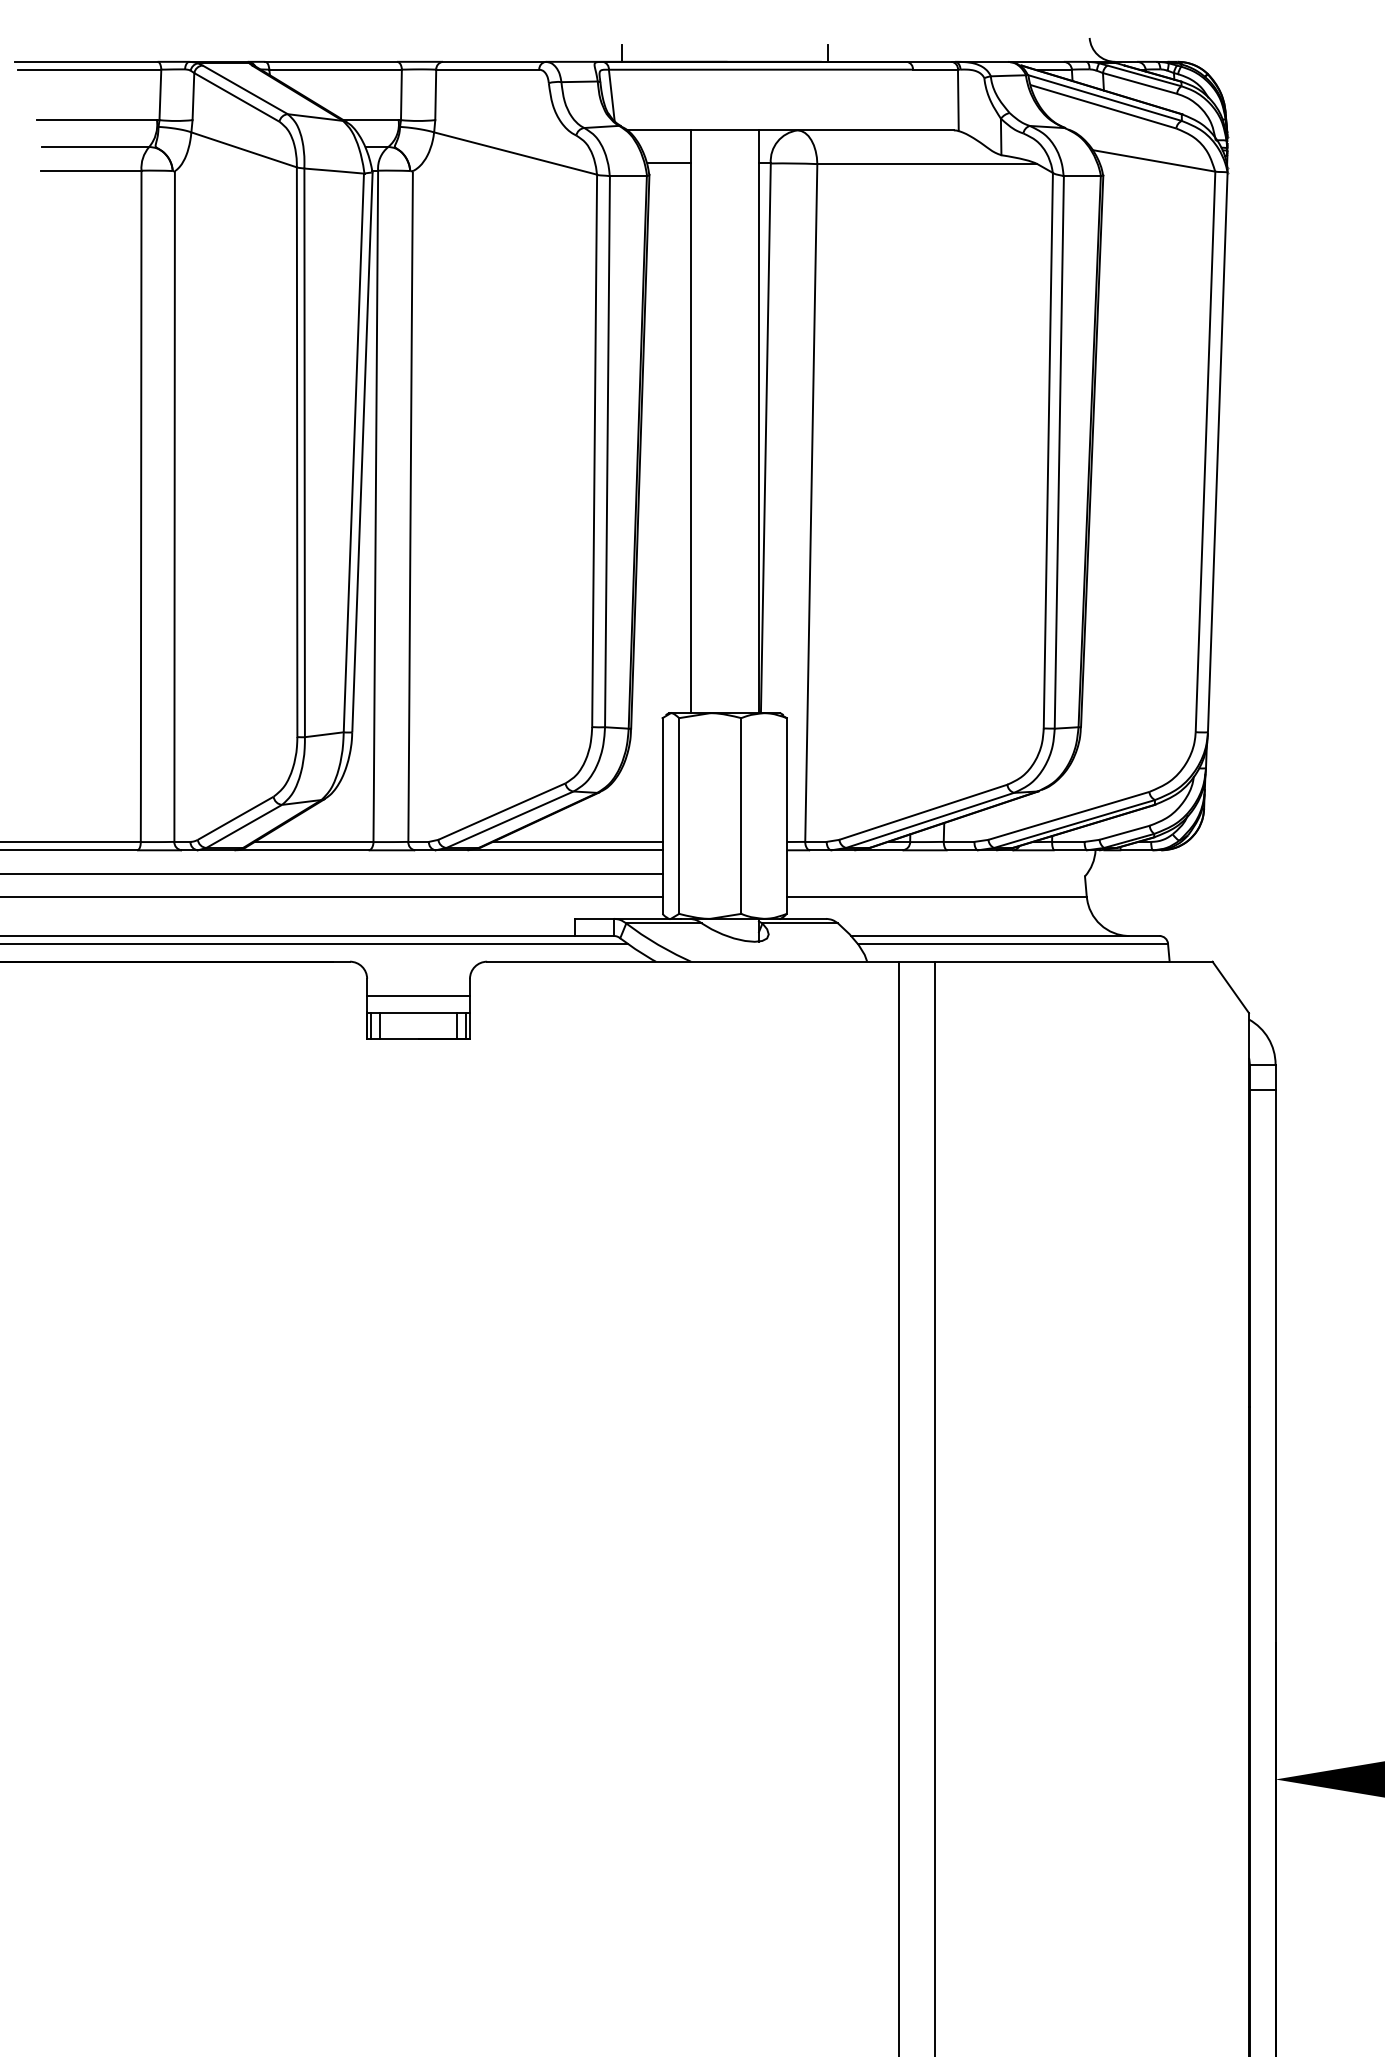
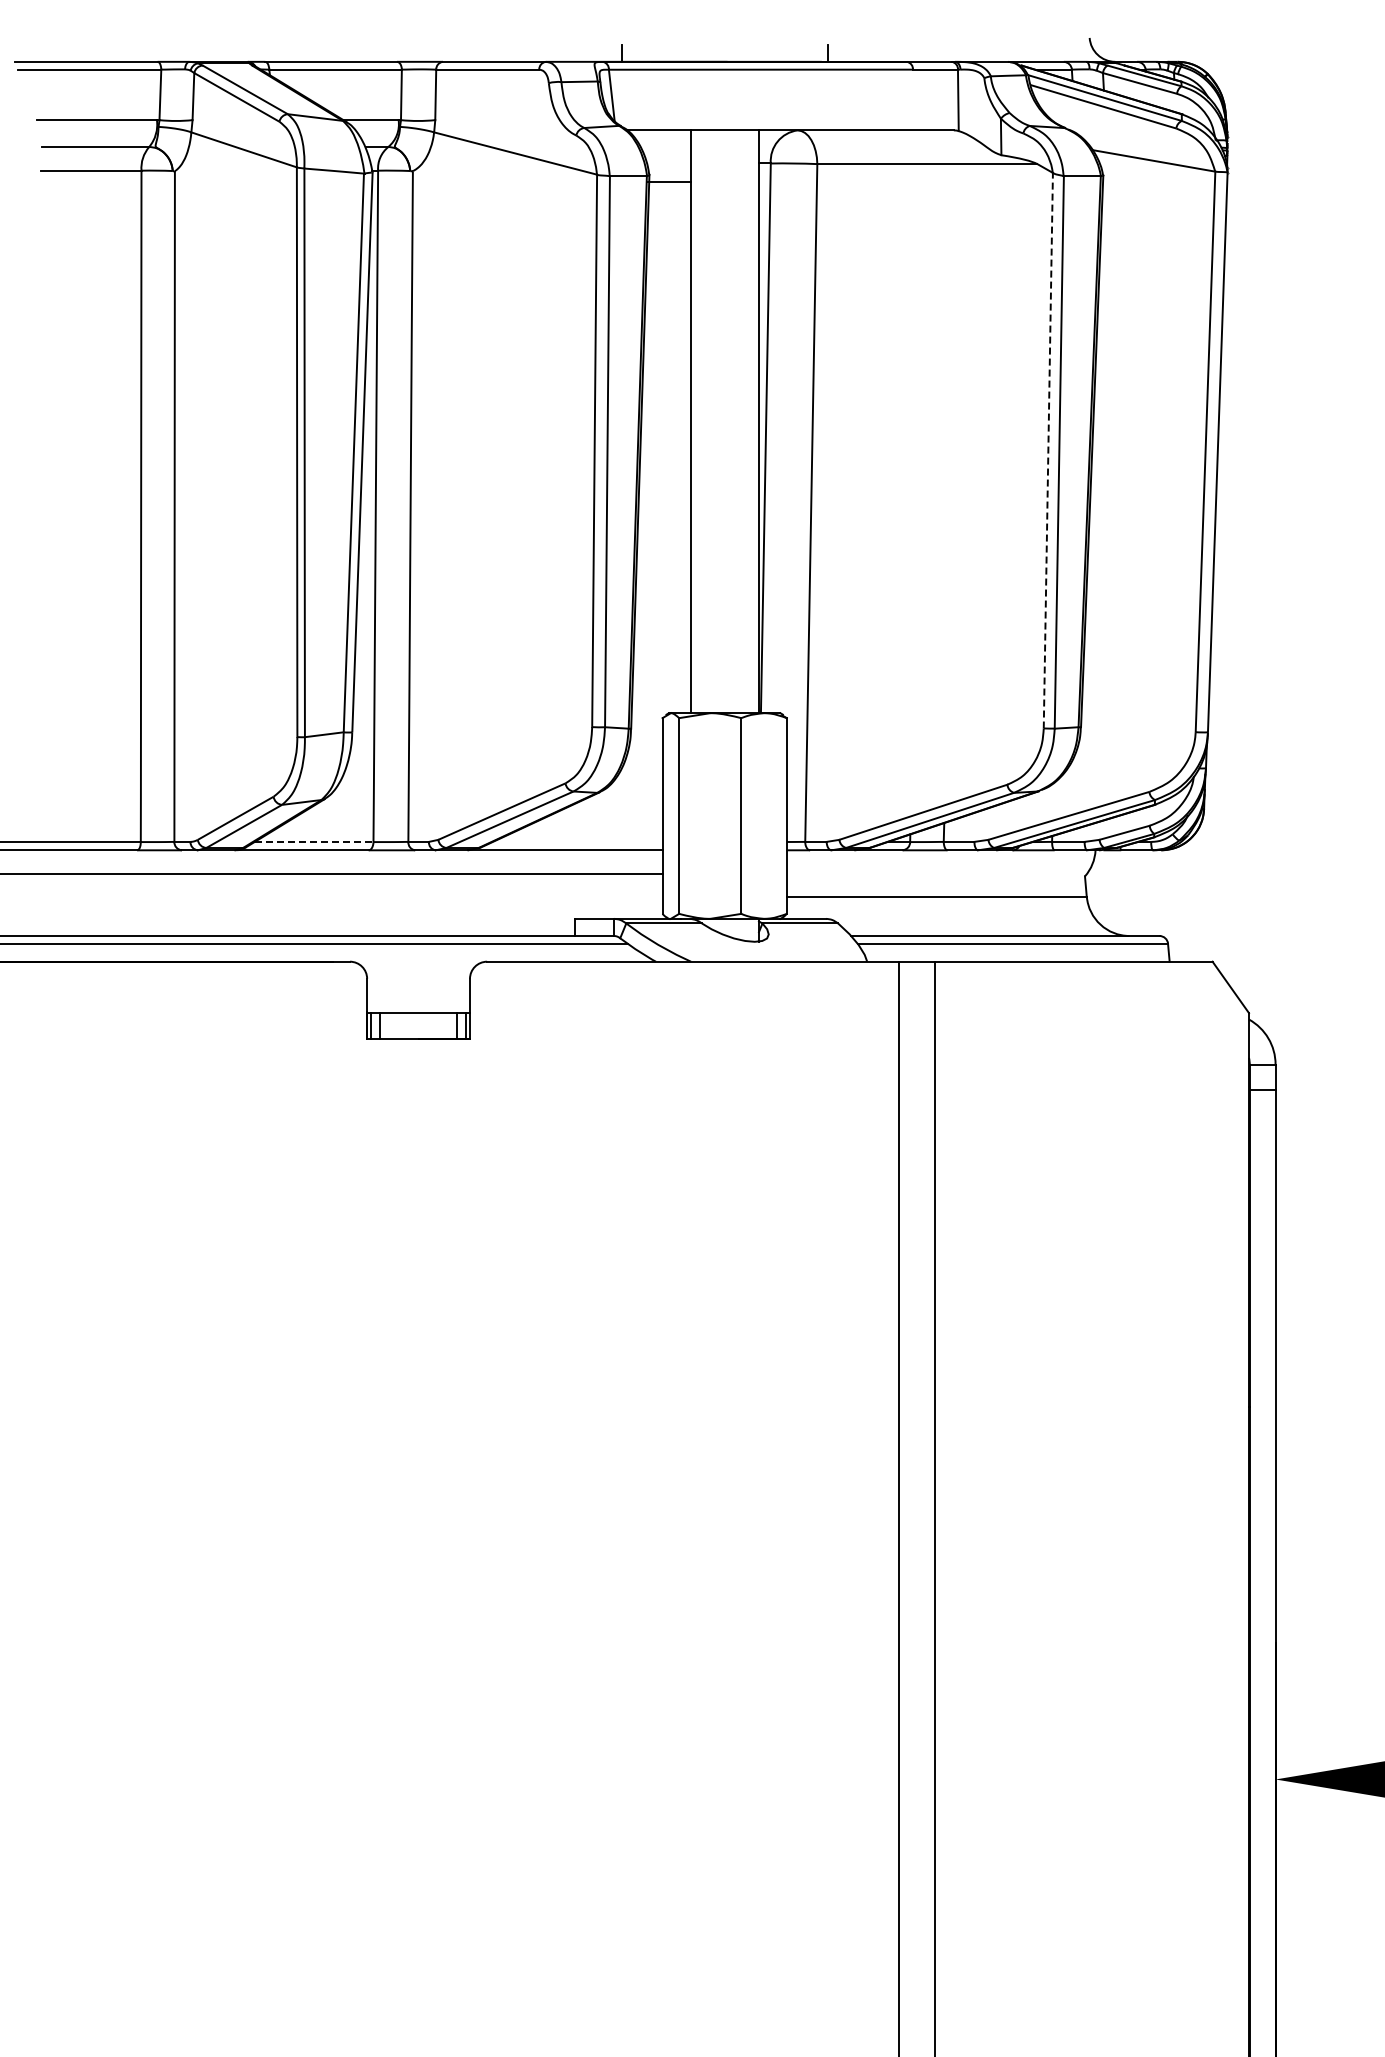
line at (668, 163) position: (668, 163) -> (668, 182)
line at (1048, 450): solid -> dashed
line at (314, 842): solid -> dashed
line at (577, 842): present -> none
line at (332, 896): present -> none
line at (418, 996): present -> none
